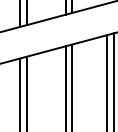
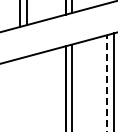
line at (106, 83): solid -> dashed
line at (27, 92): present -> none
line at (19, 93): present -> none
